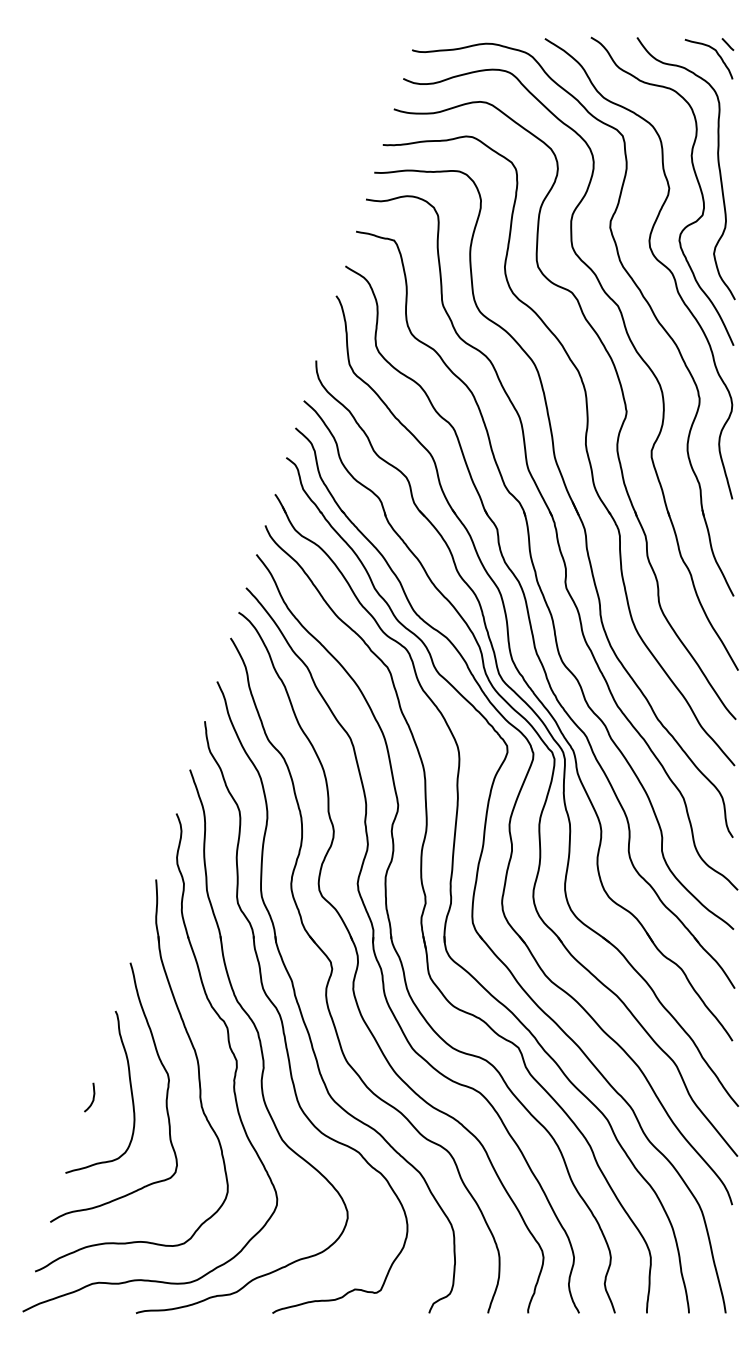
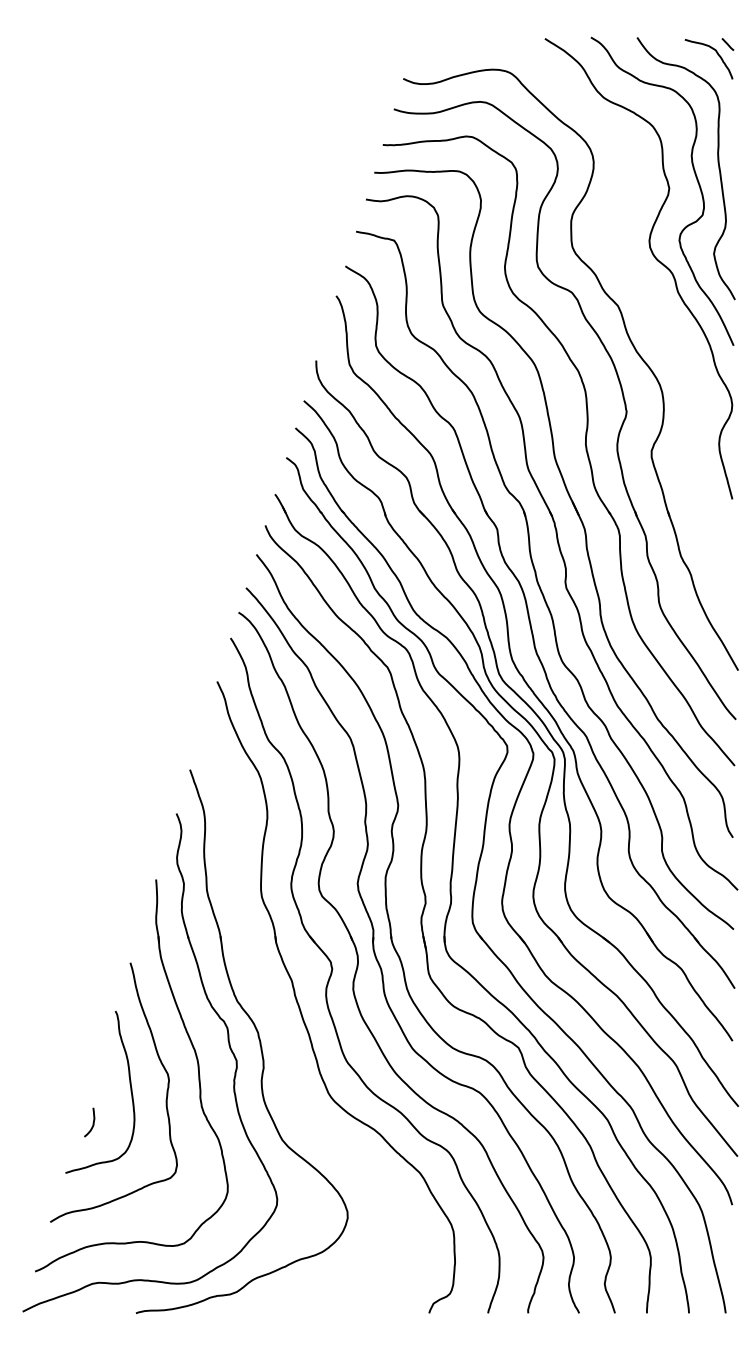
part at (631, 280): present -> none
part at (283, 1023): present -> none
curve at (92, 1097) position: (92, 1097) -> (92, 1122)
